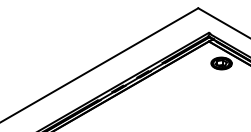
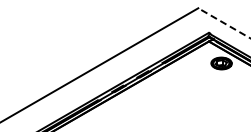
line at (224, 23): solid -> dashed
